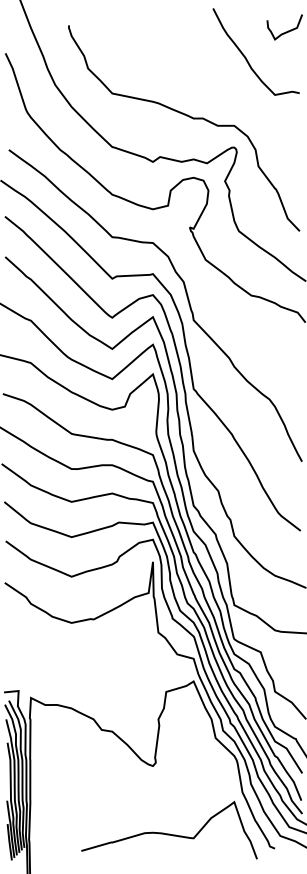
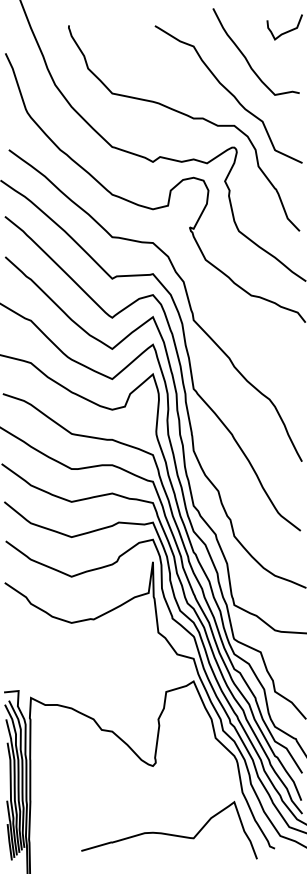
curve at (229, 93): none -> present
